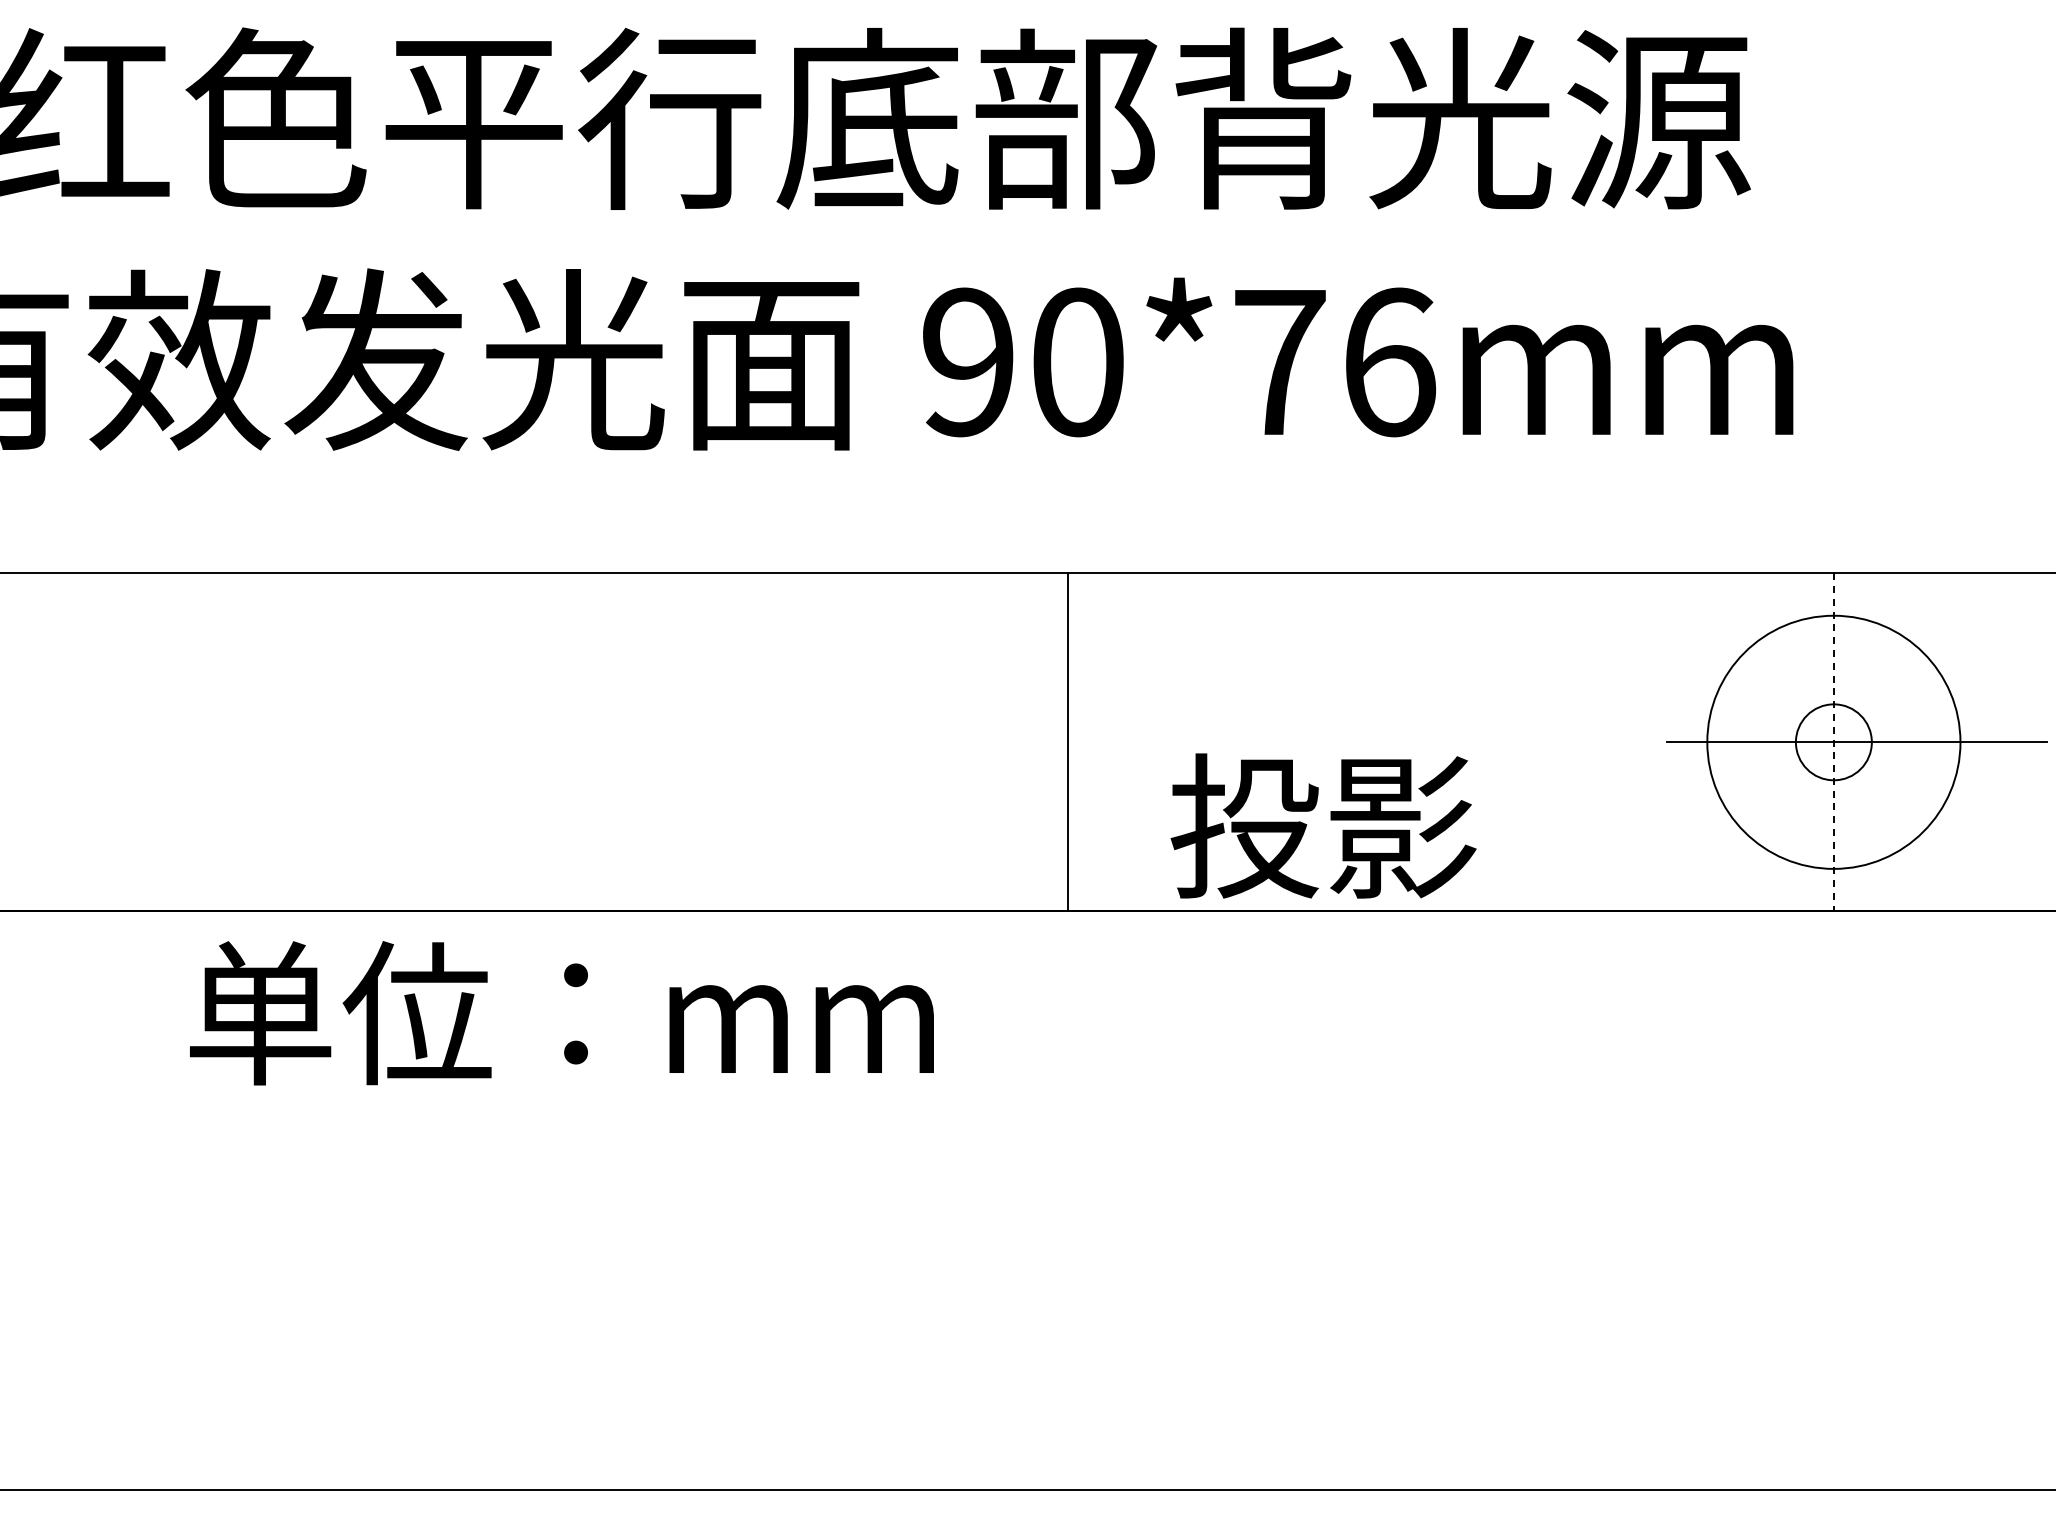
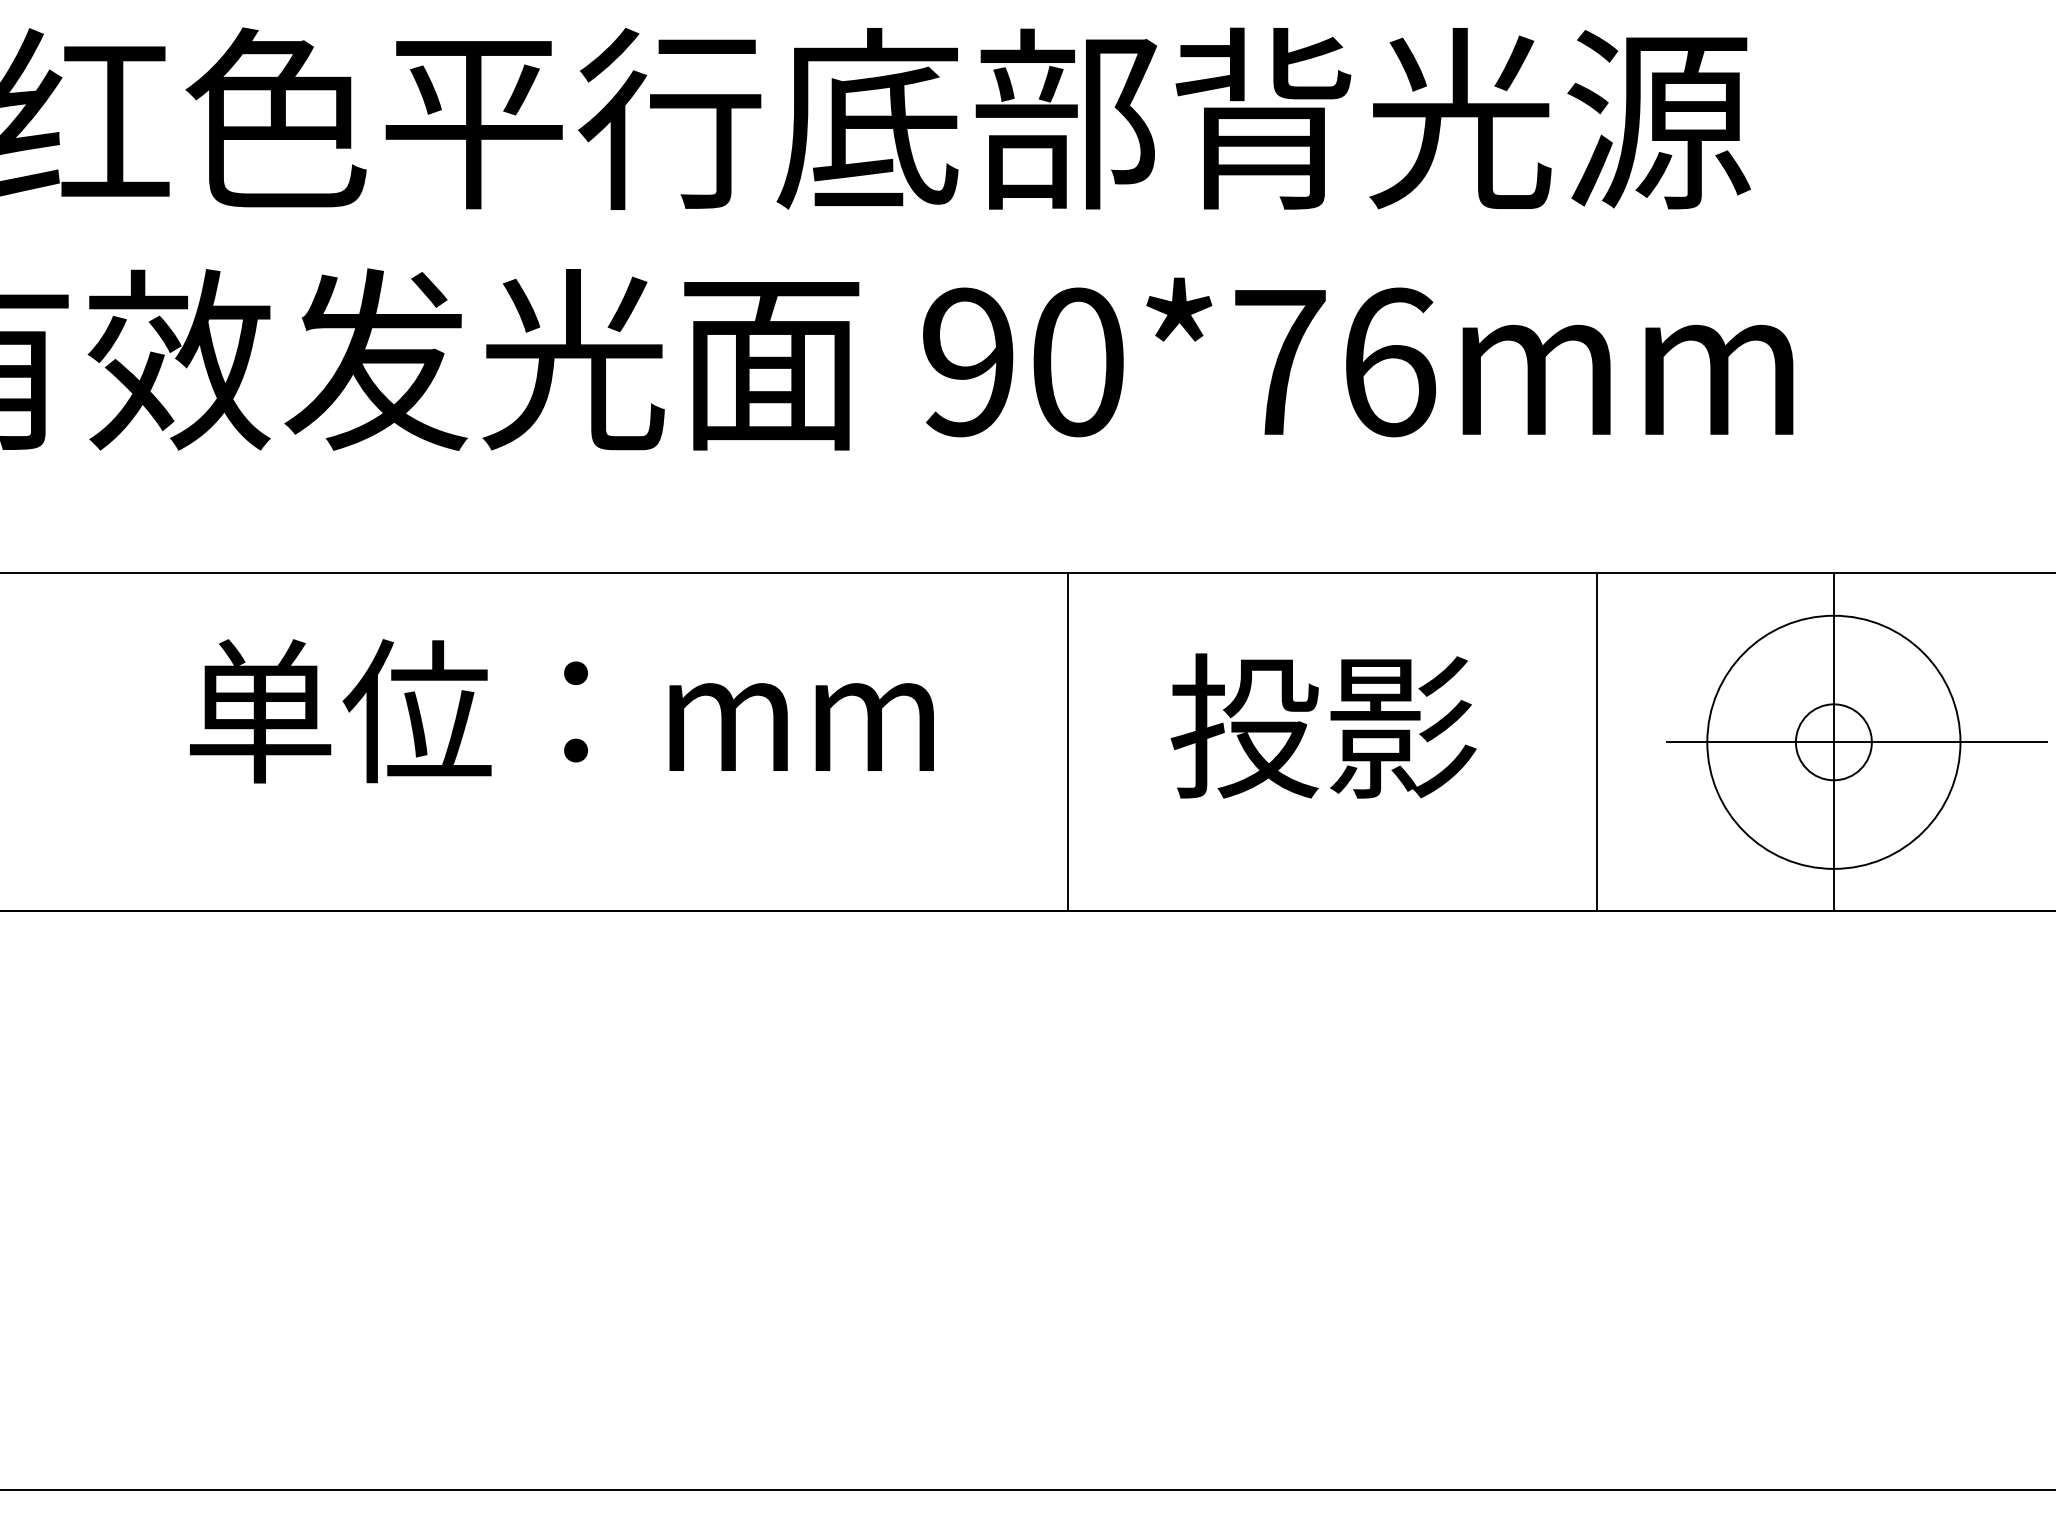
line at (1596, 742): none -> present
line at (1833, 742): dashed -> solid
text at (1323, 825) position: (1323, 825) -> (1323, 725)
text at (561, 1013) position: (561, 1013) -> (561, 711)
